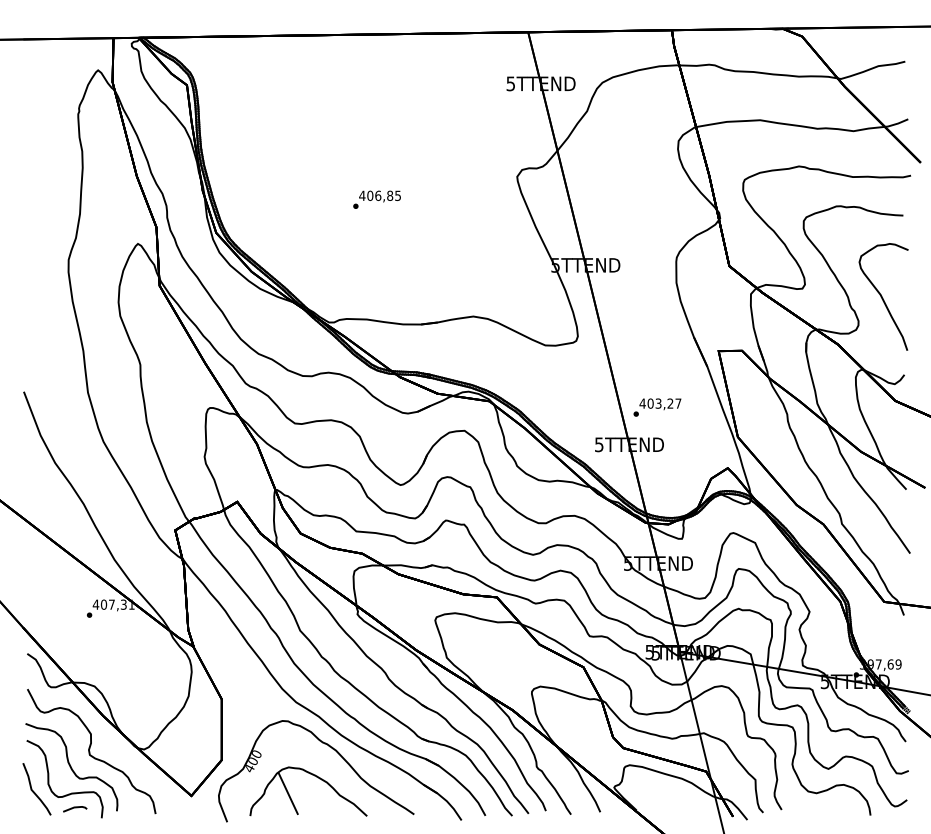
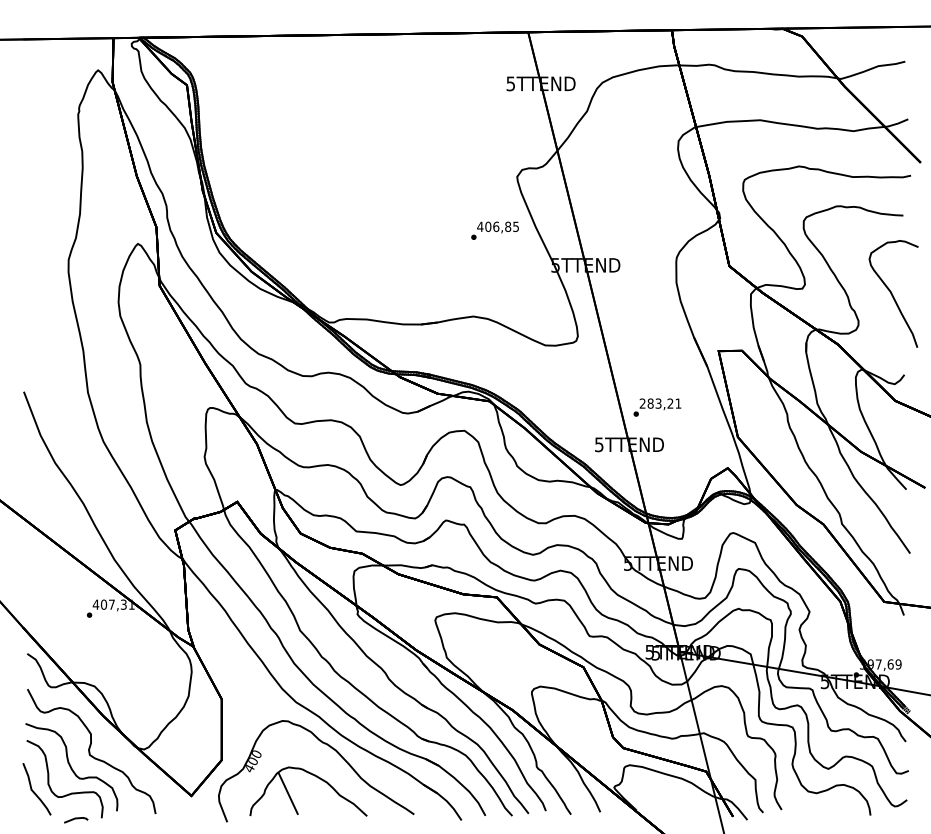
text at (376, 199) position: (376, 199) -> (494, 230)
curve at (882, 296) position: (882, 296) -> (892, 293)
text at (660, 403): 403,27 -> 283,21
line at (75, 808) position: (75, 808) -> (76, 819)
